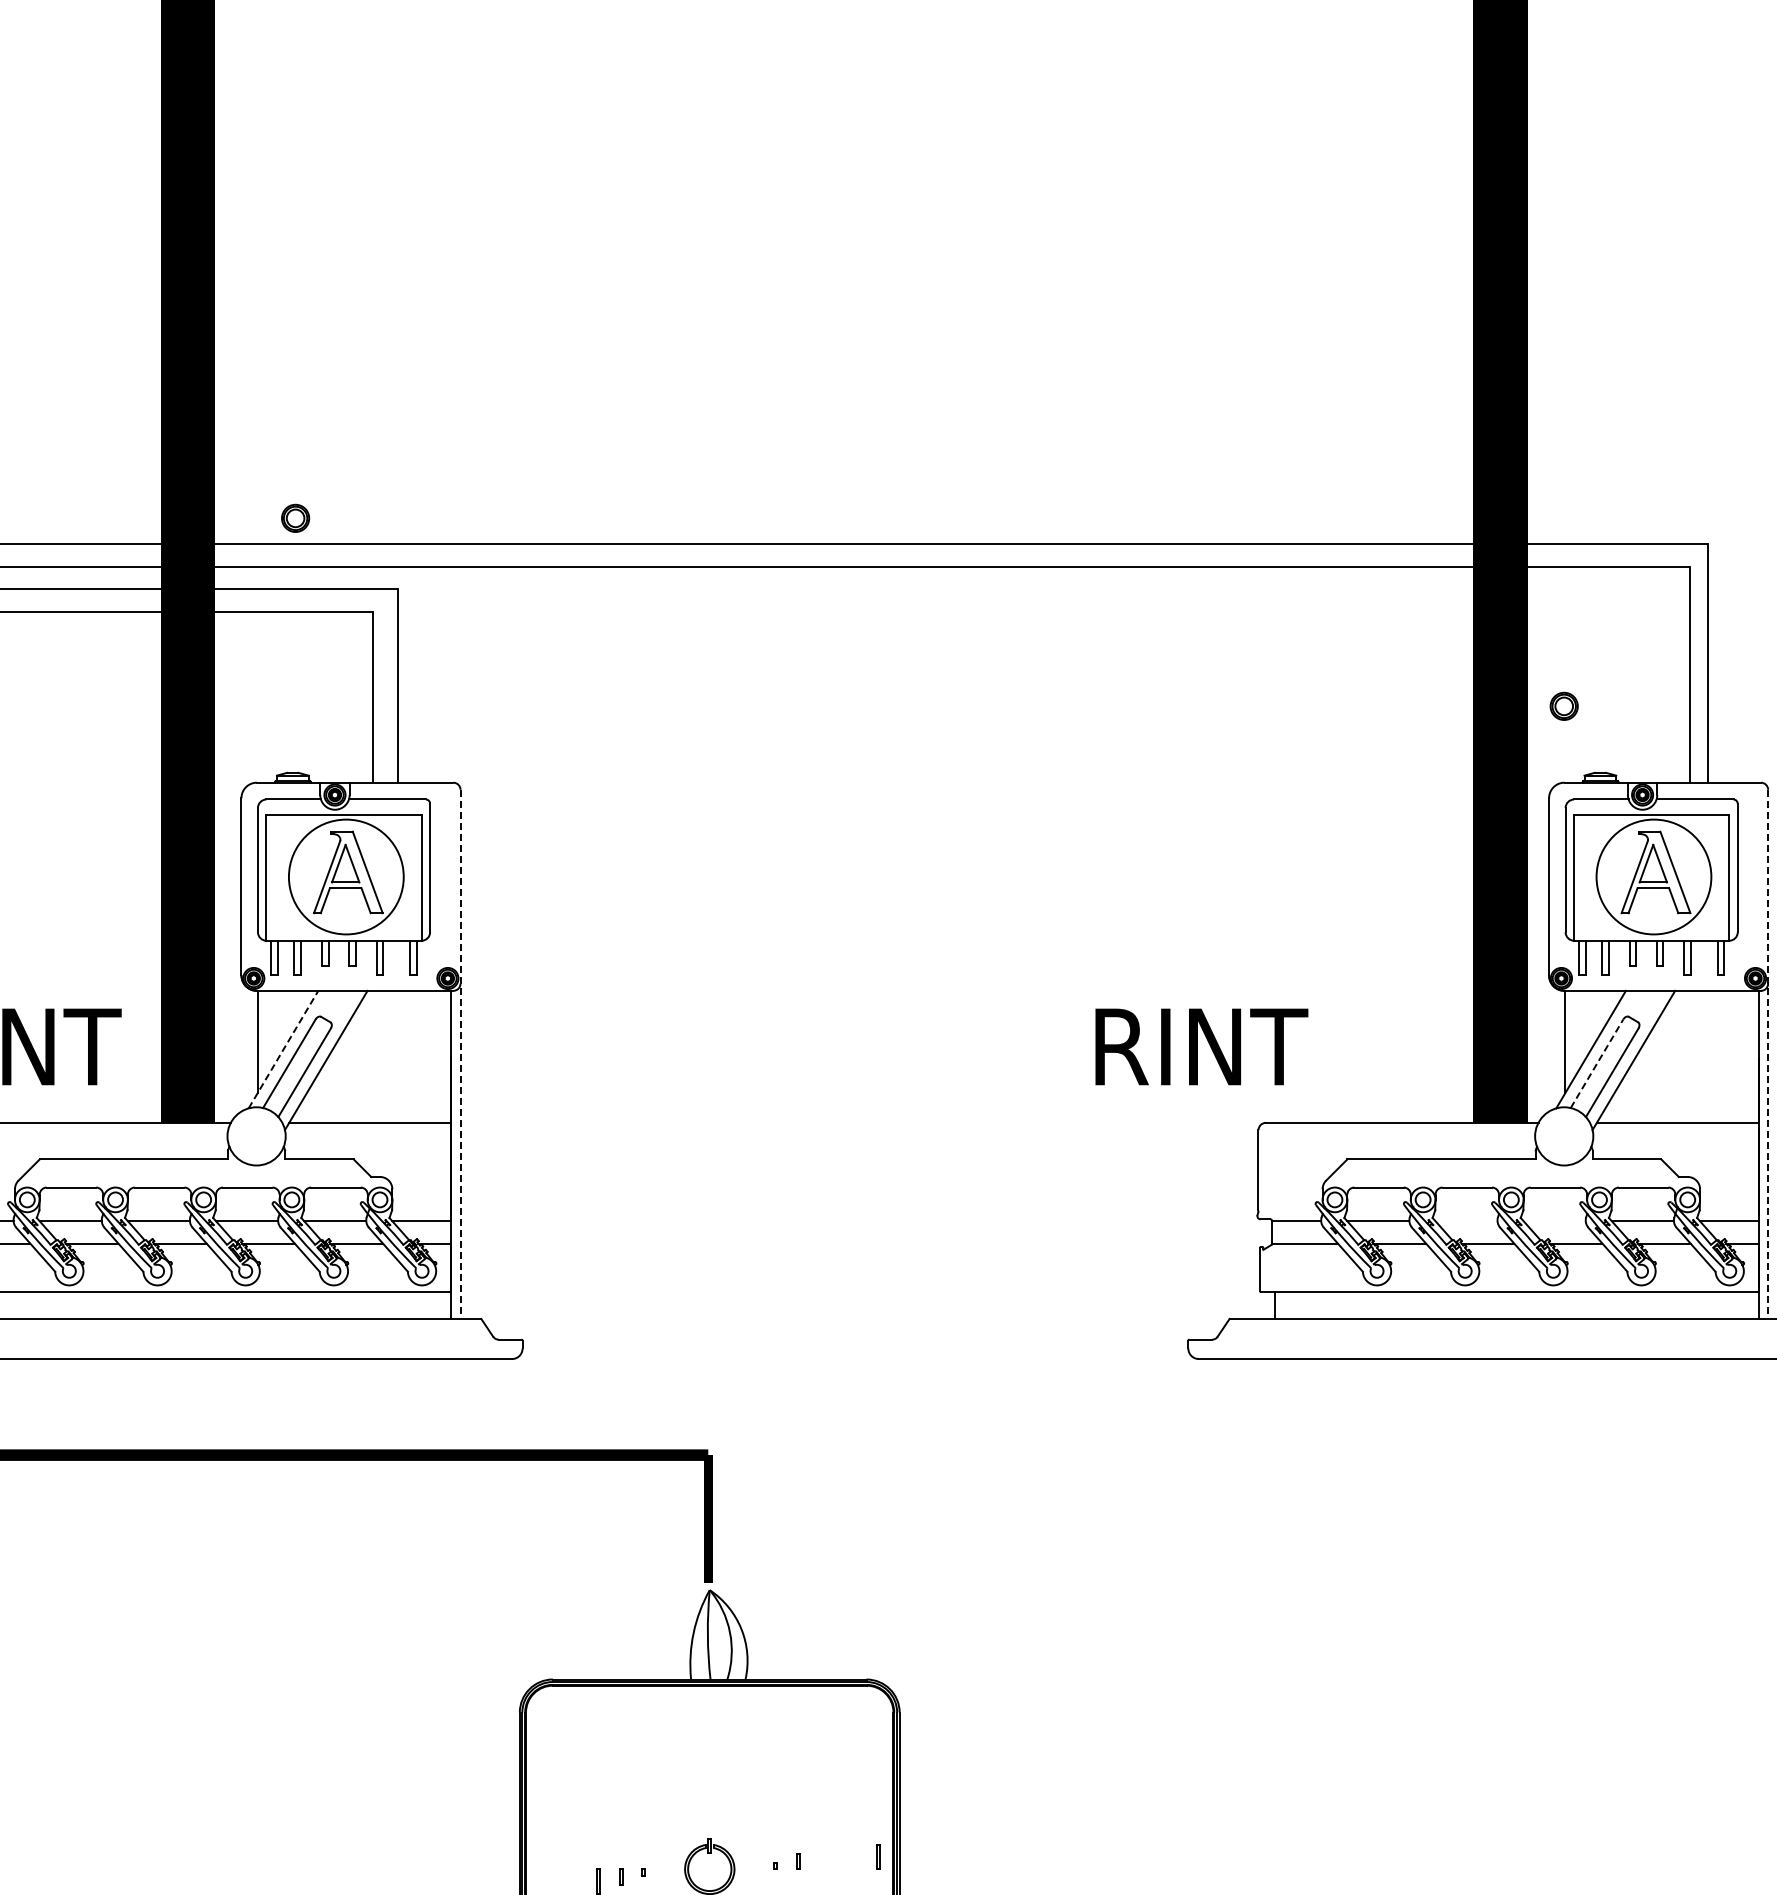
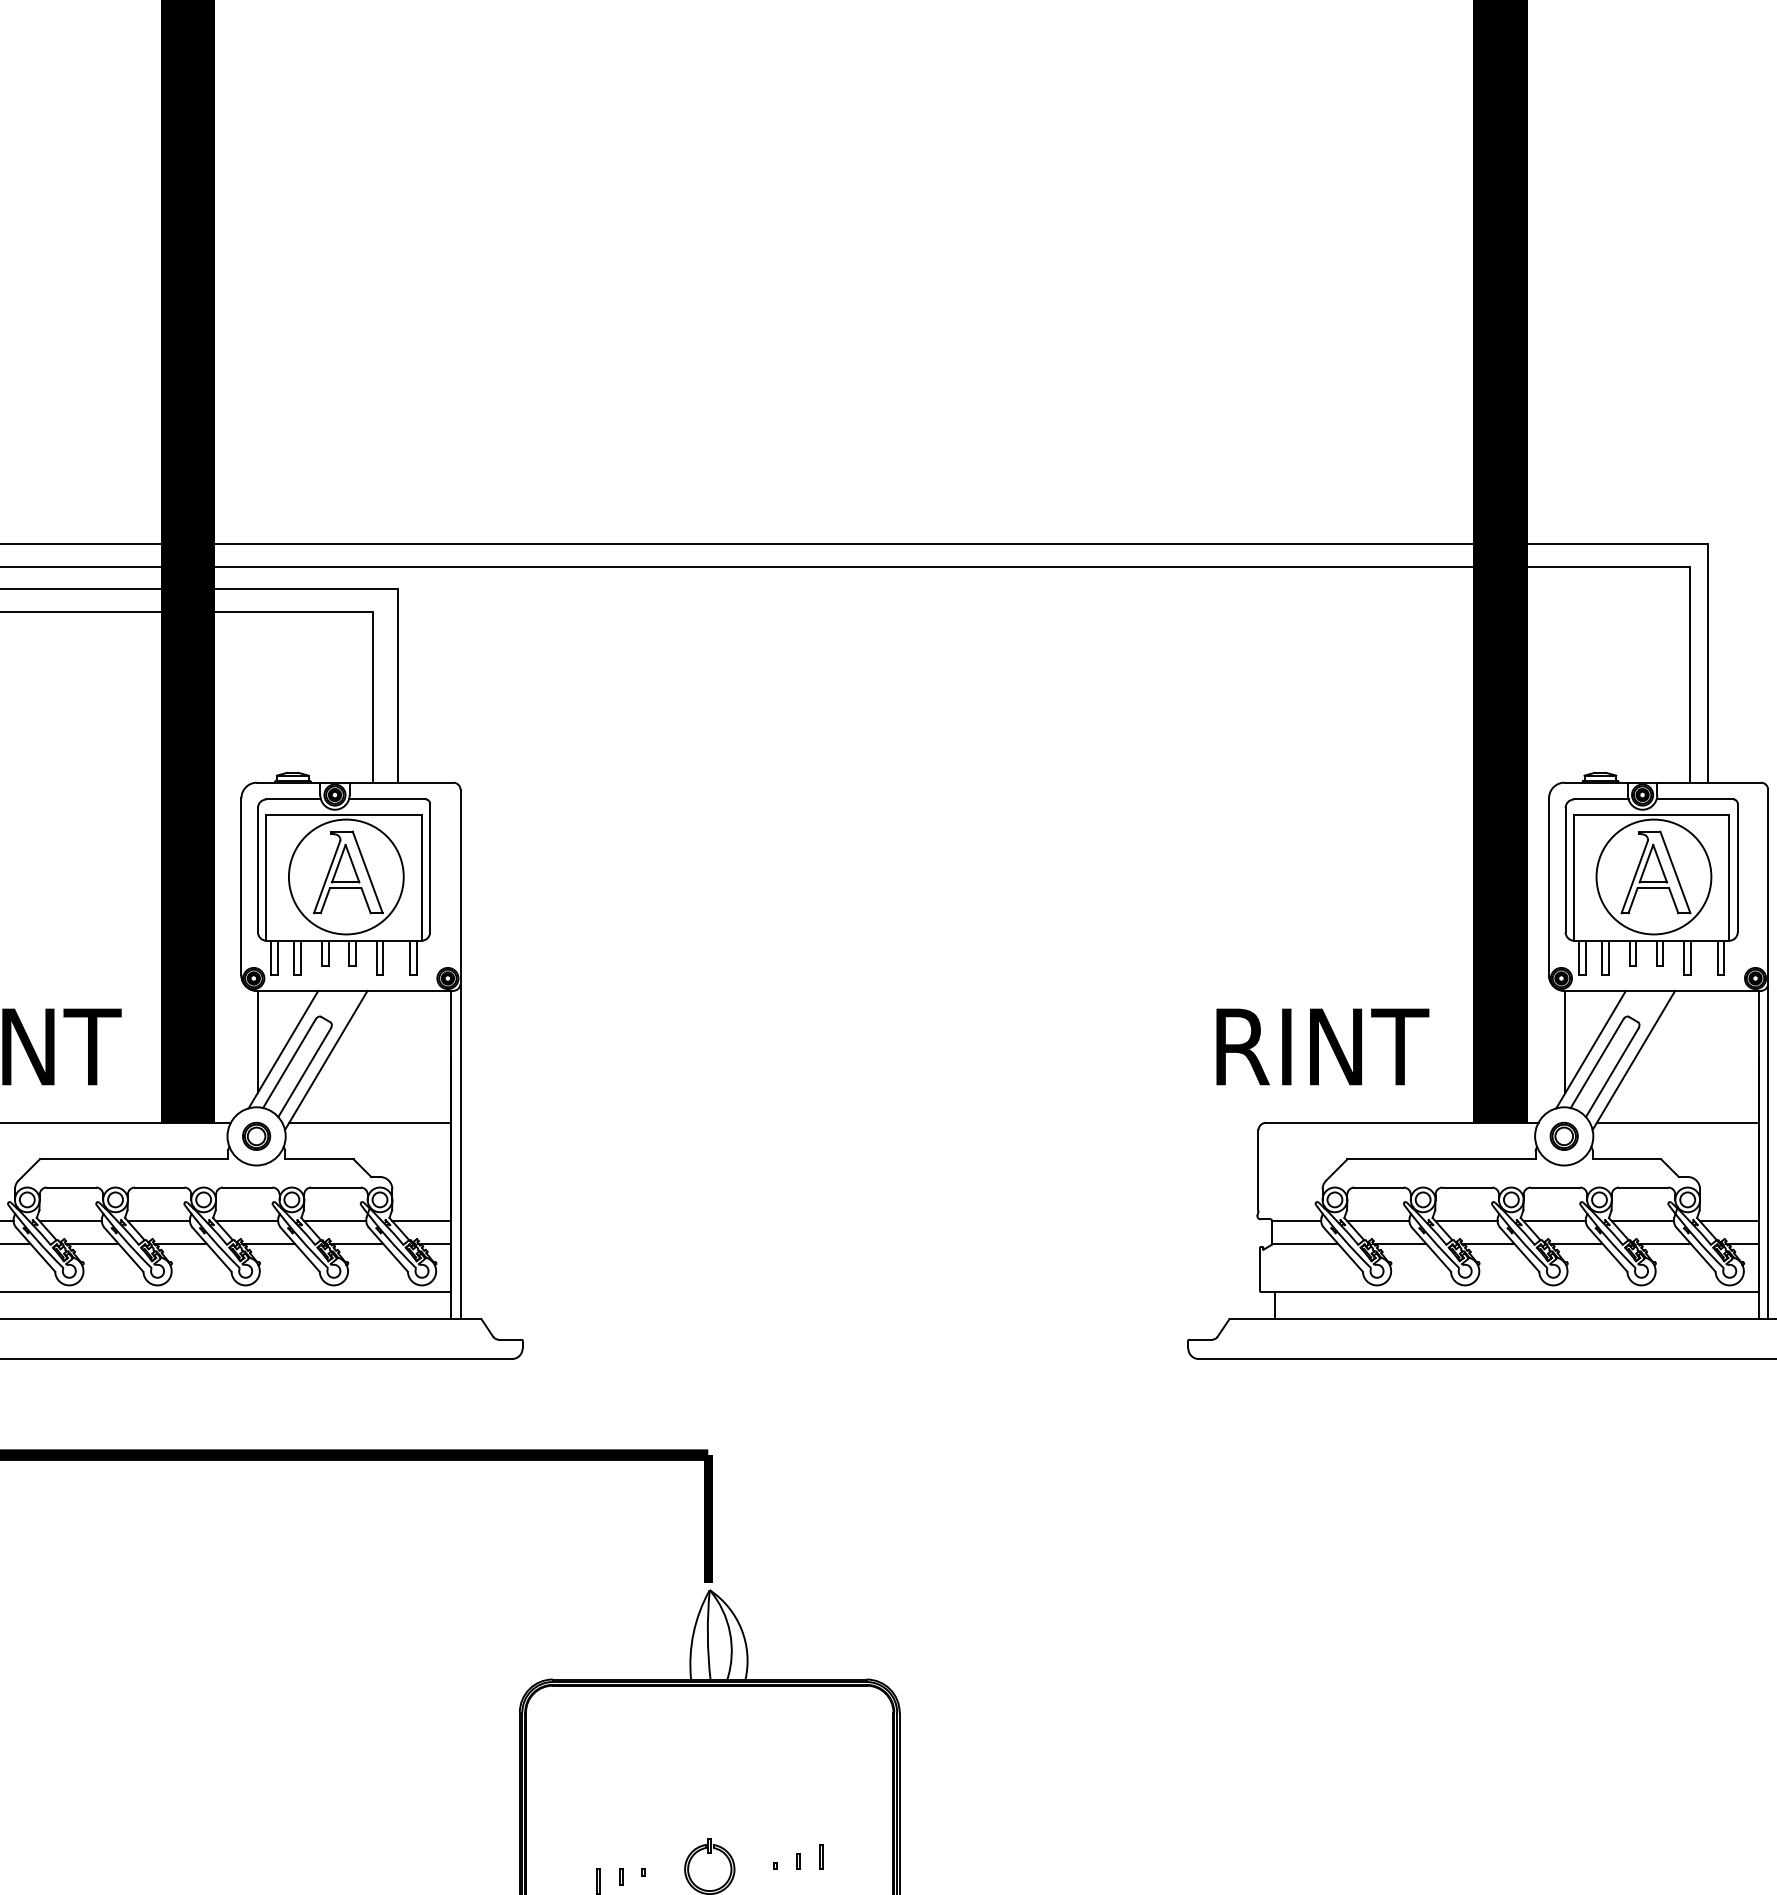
part at (295, 517) position: (295, 517) -> (256, 1135)
part at (1563, 705) position: (1563, 705) -> (1563, 1135)
text at (1201, 1046) position: (1201, 1046) -> (1322, 1046)
line at (283, 1049): dashed -> solid
line at (460, 1054): dashed -> solid
line at (1768, 1054): dashed -> solid
line at (1597, 1063): dashed -> solid
line at (1466, 1221): none -> present
line at (1554, 1221): none -> present
line at (877, 1856) position: (877, 1856) -> (820, 1856)
